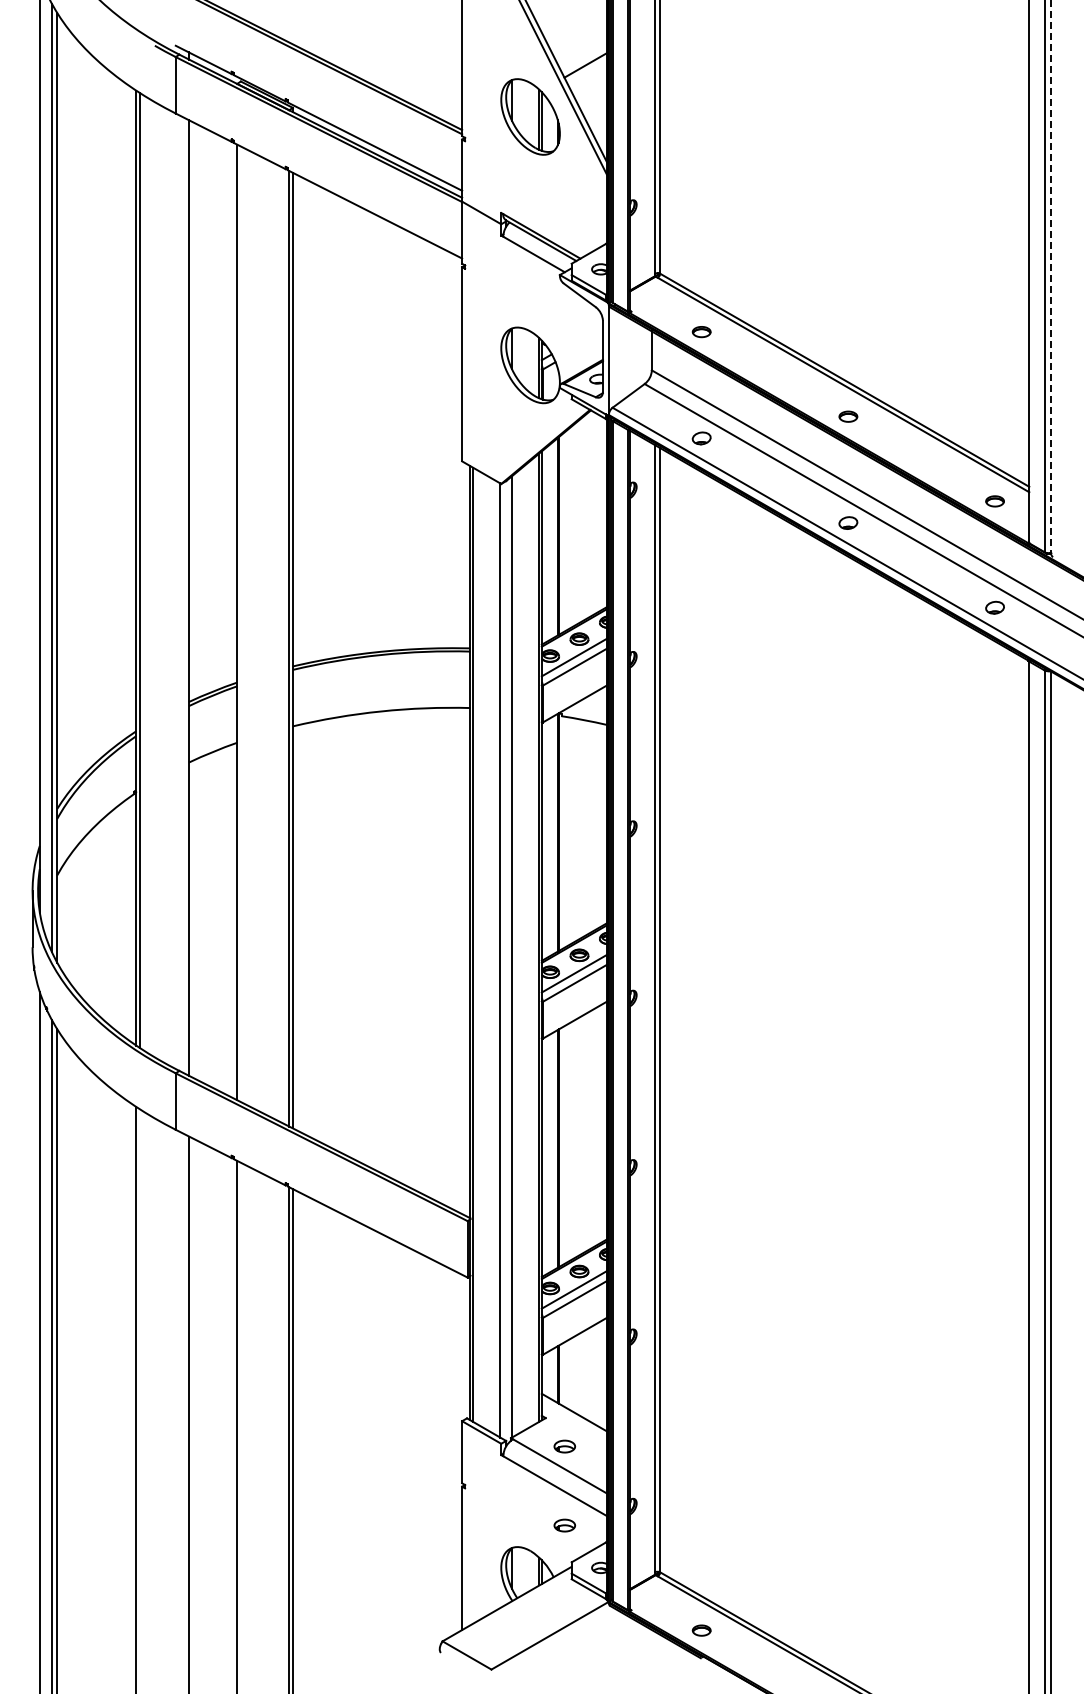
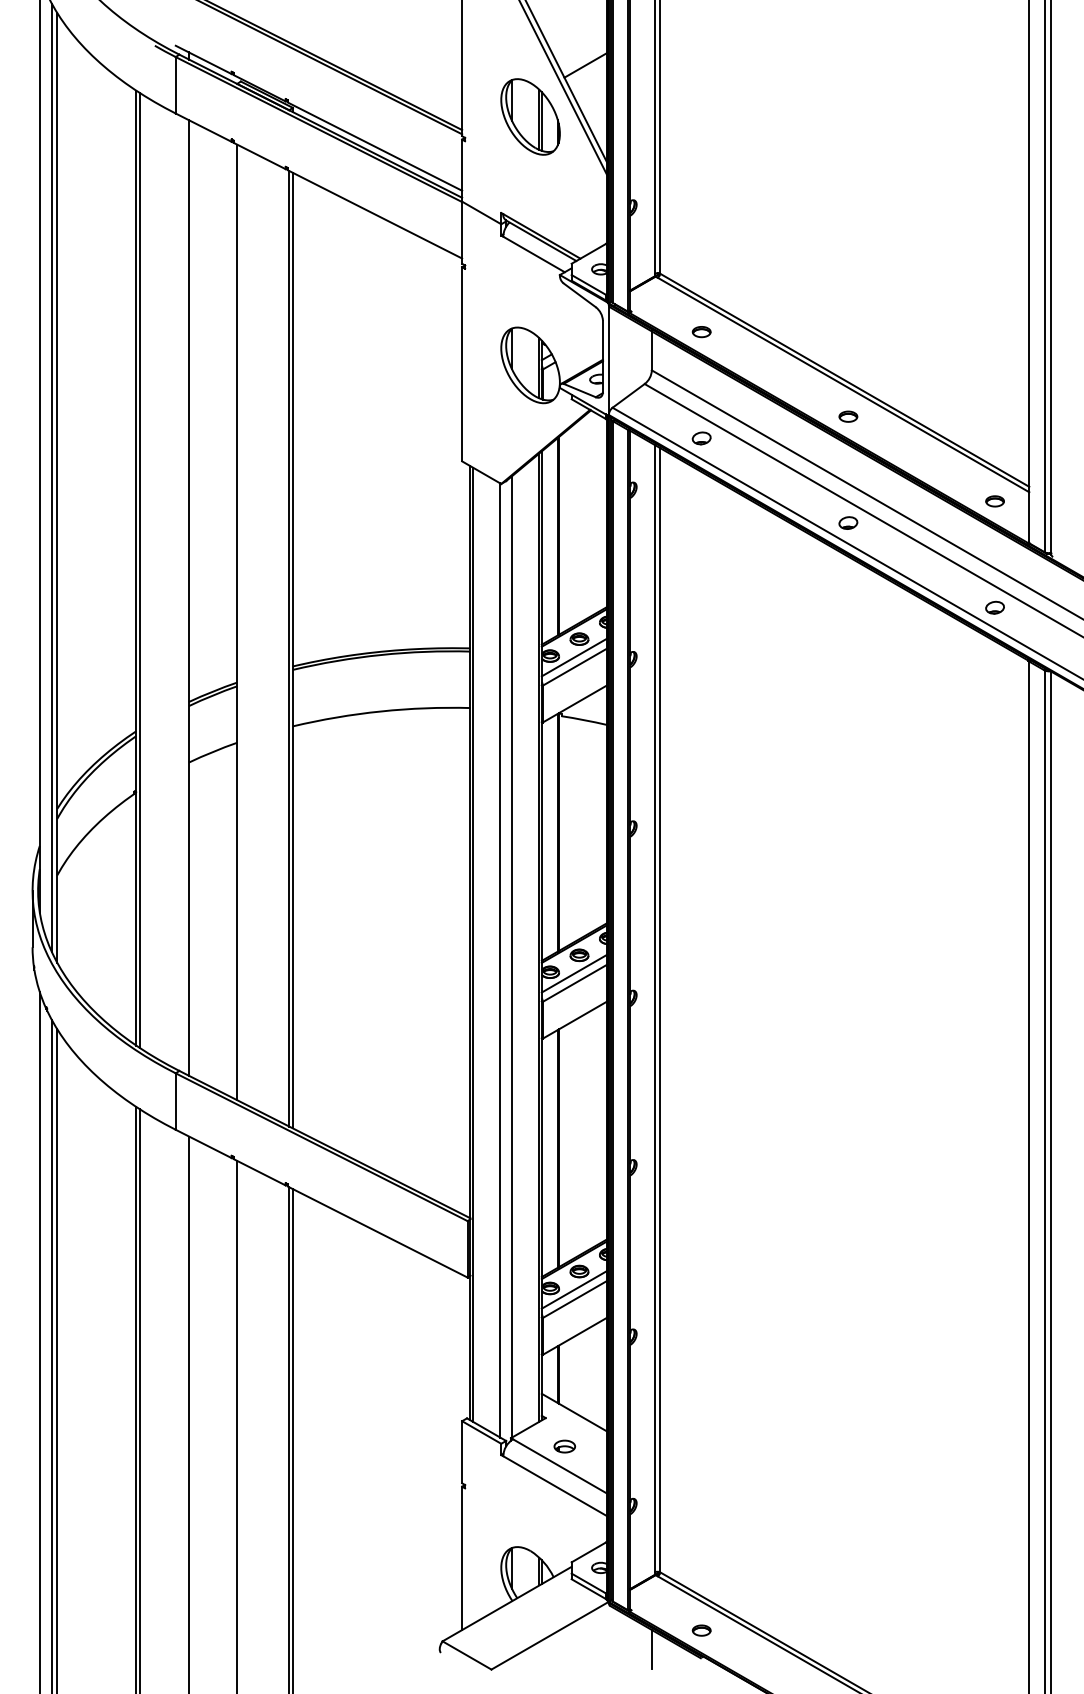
line at (1051, 277): dashed -> solid
line at (140, 1399): none -> present
part at (564, 1525): present -> none
line at (651, 1649): none -> present
